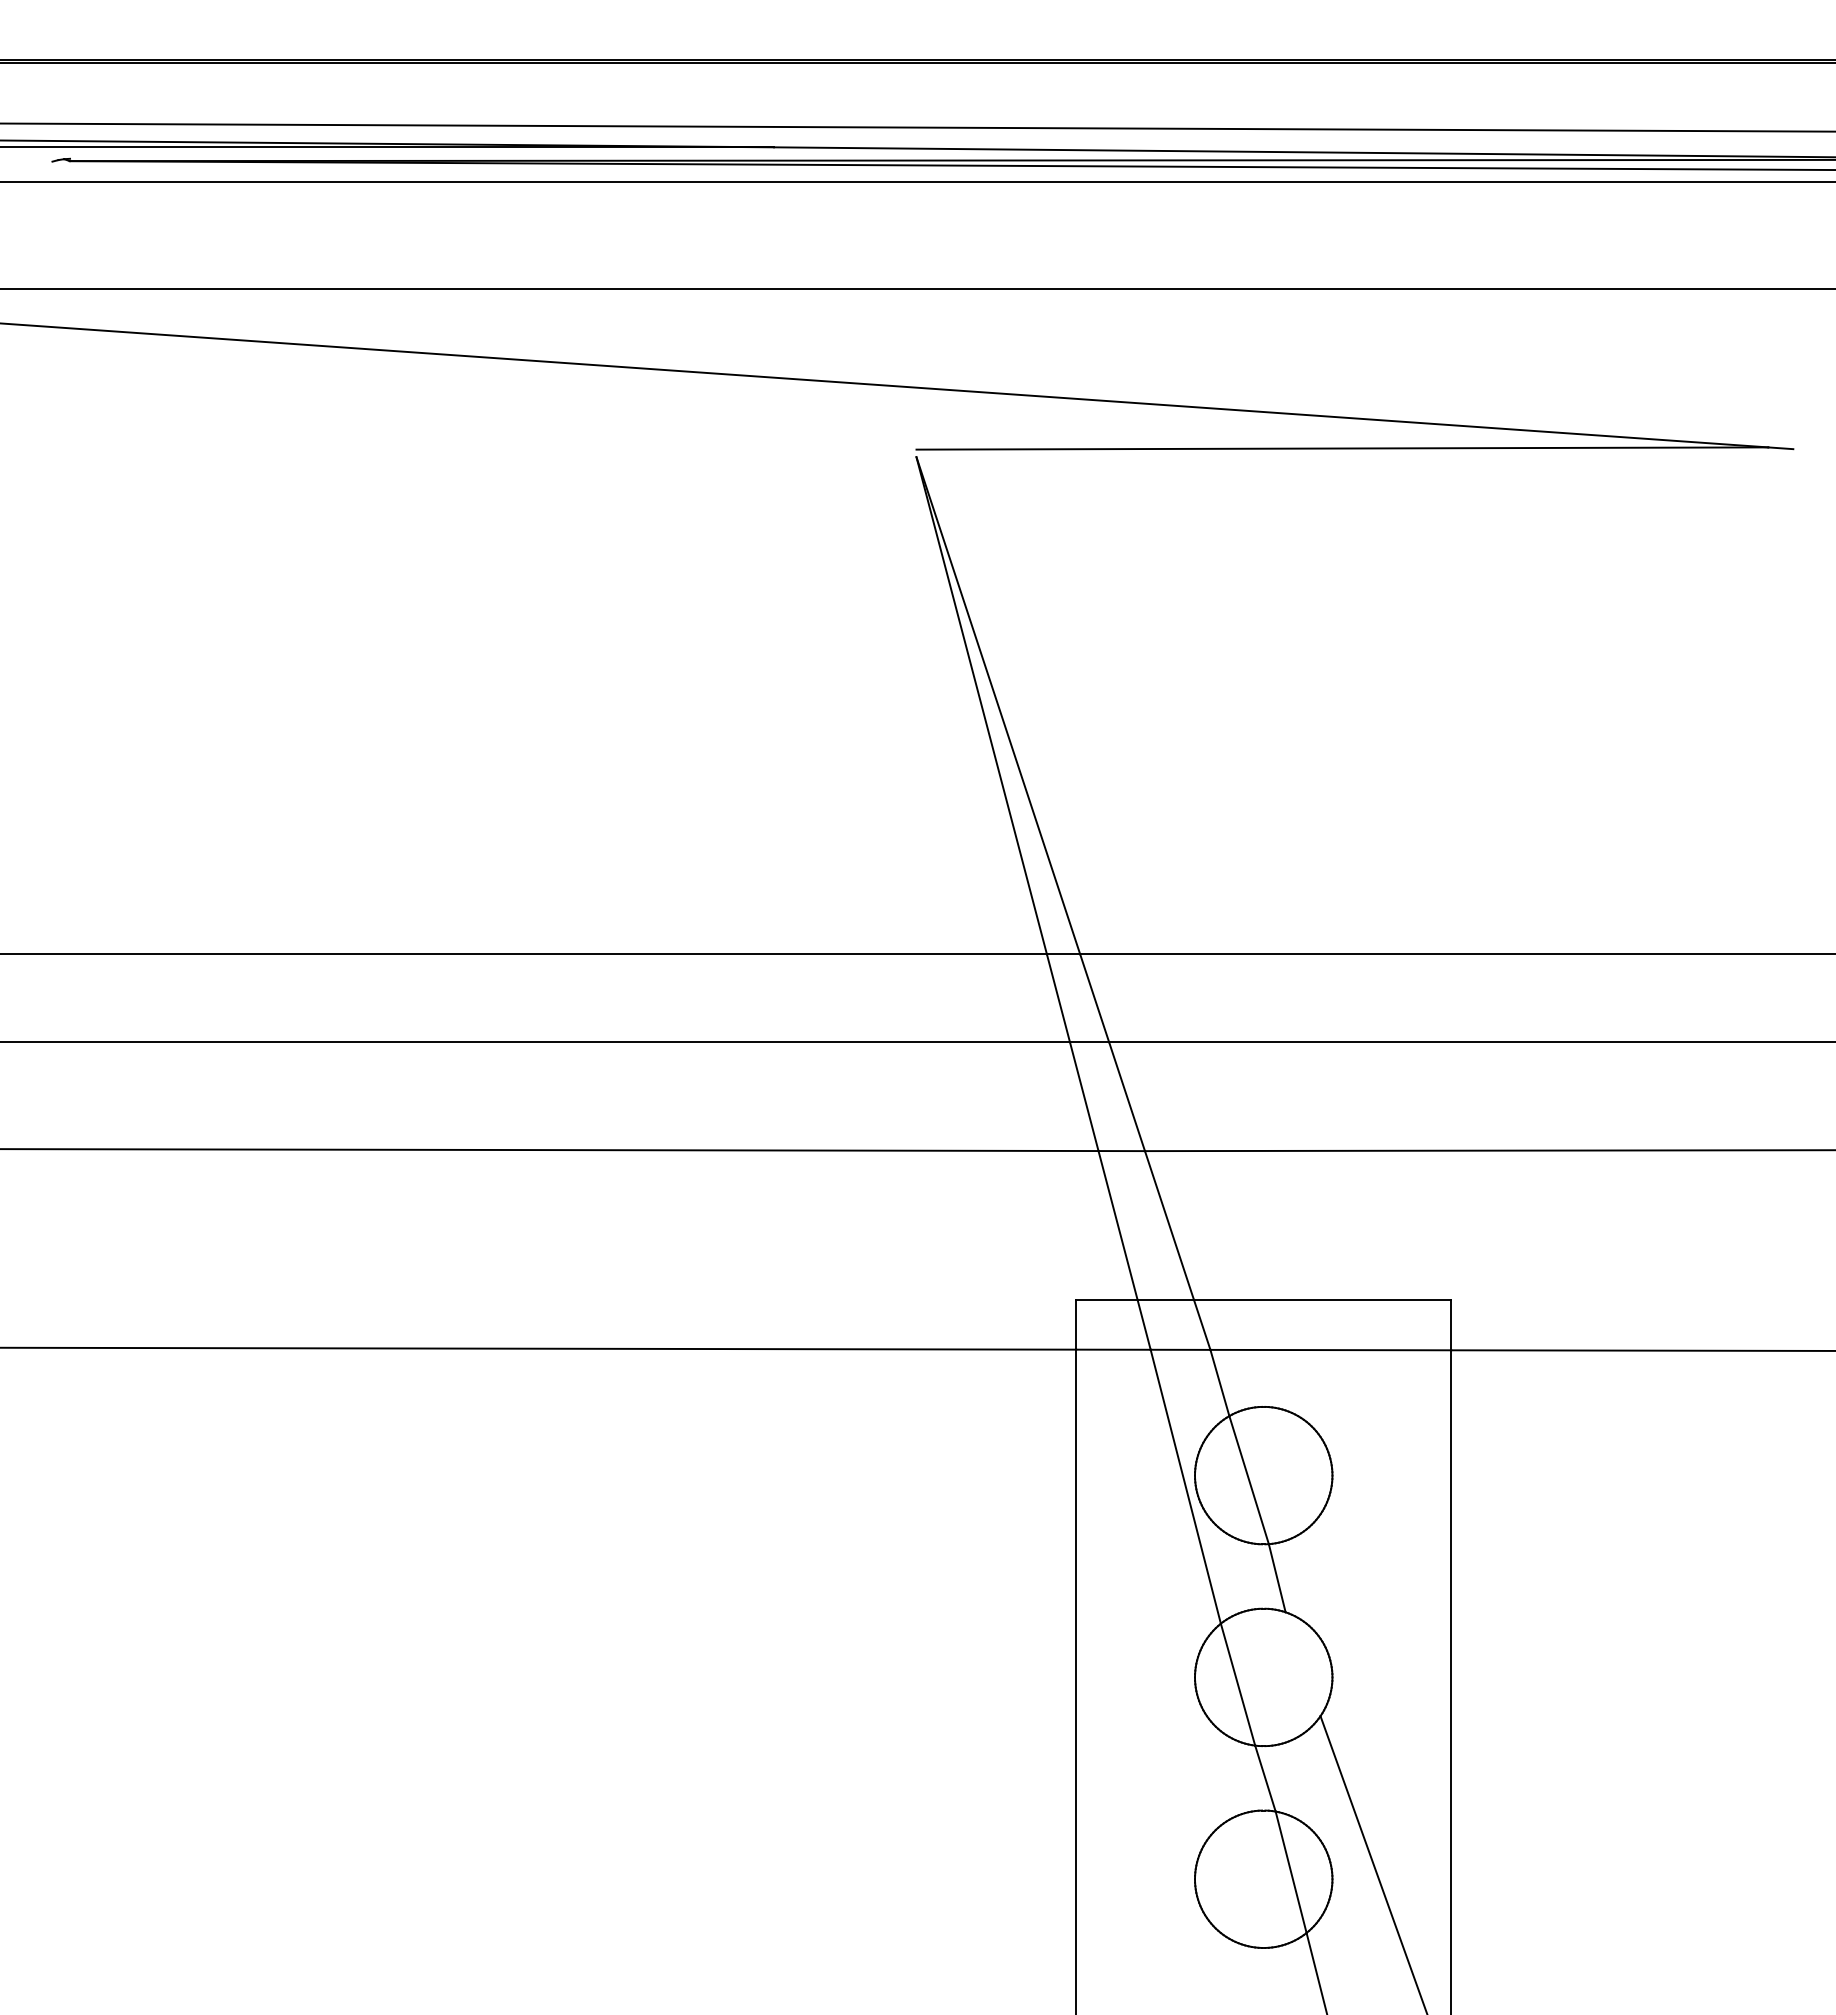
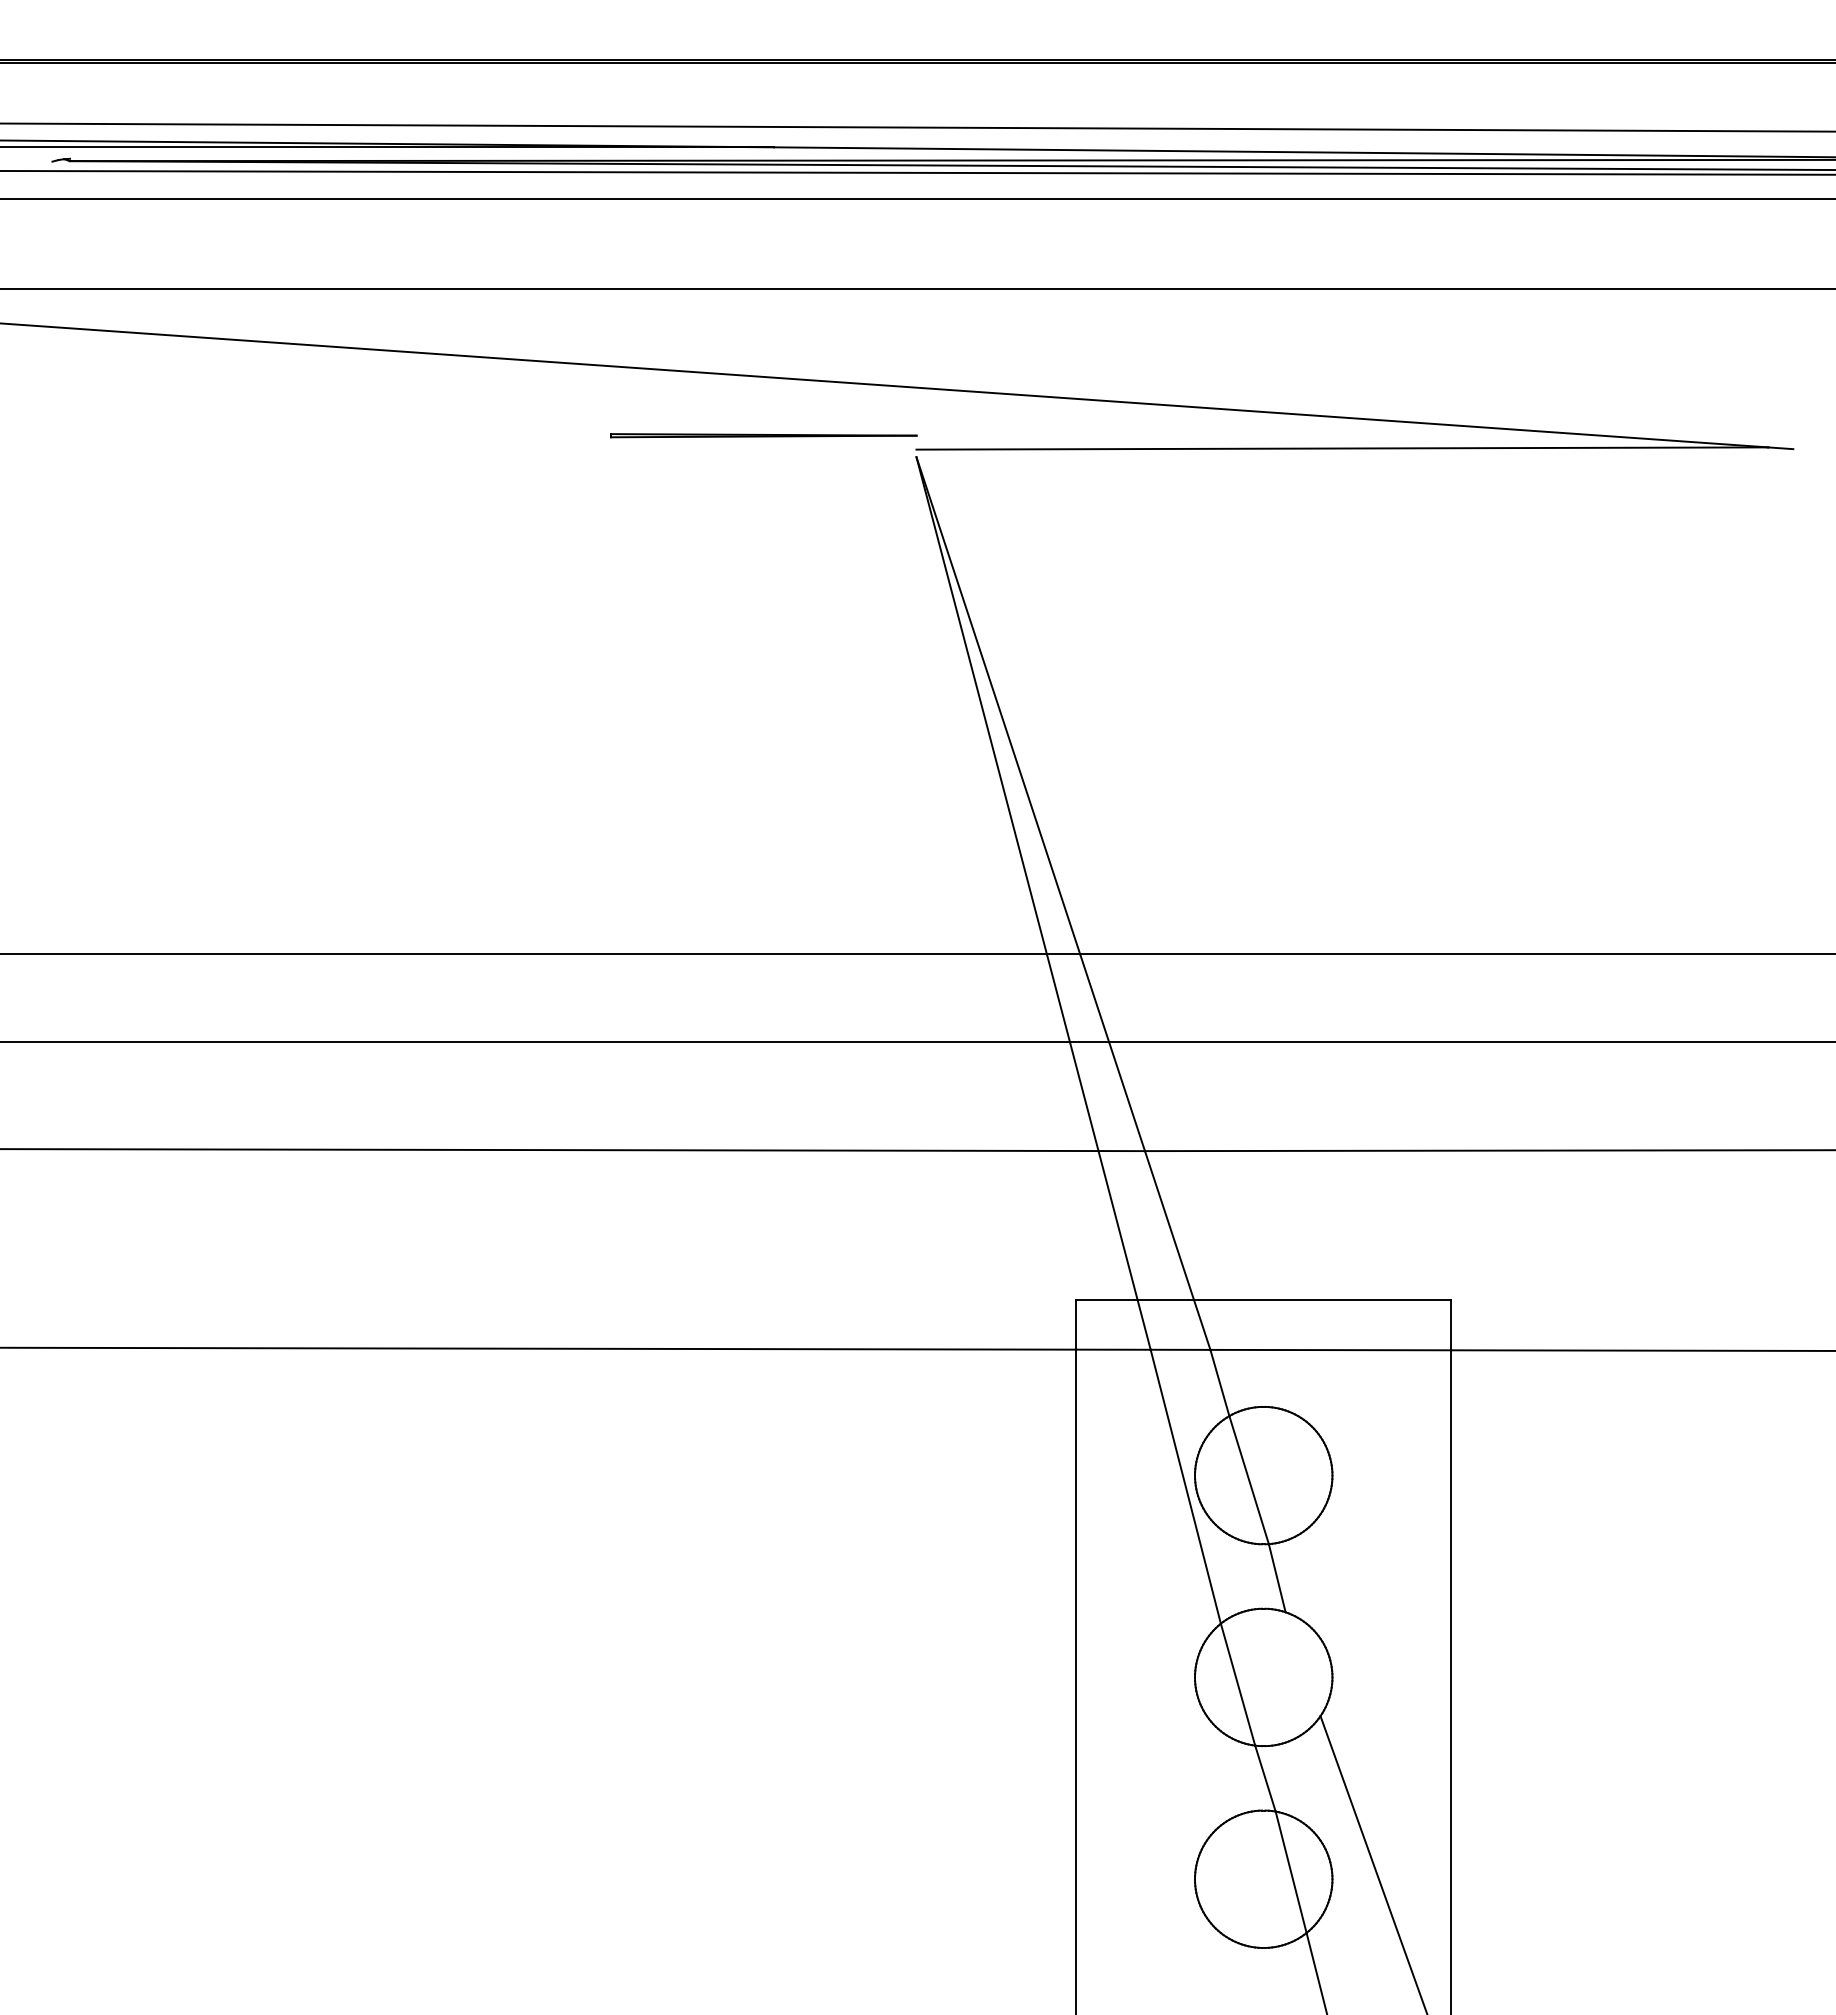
line at (917, 172): none -> present
line at (917, 182) position: (917, 182) -> (917, 199)
part at (763, 435): none -> present
